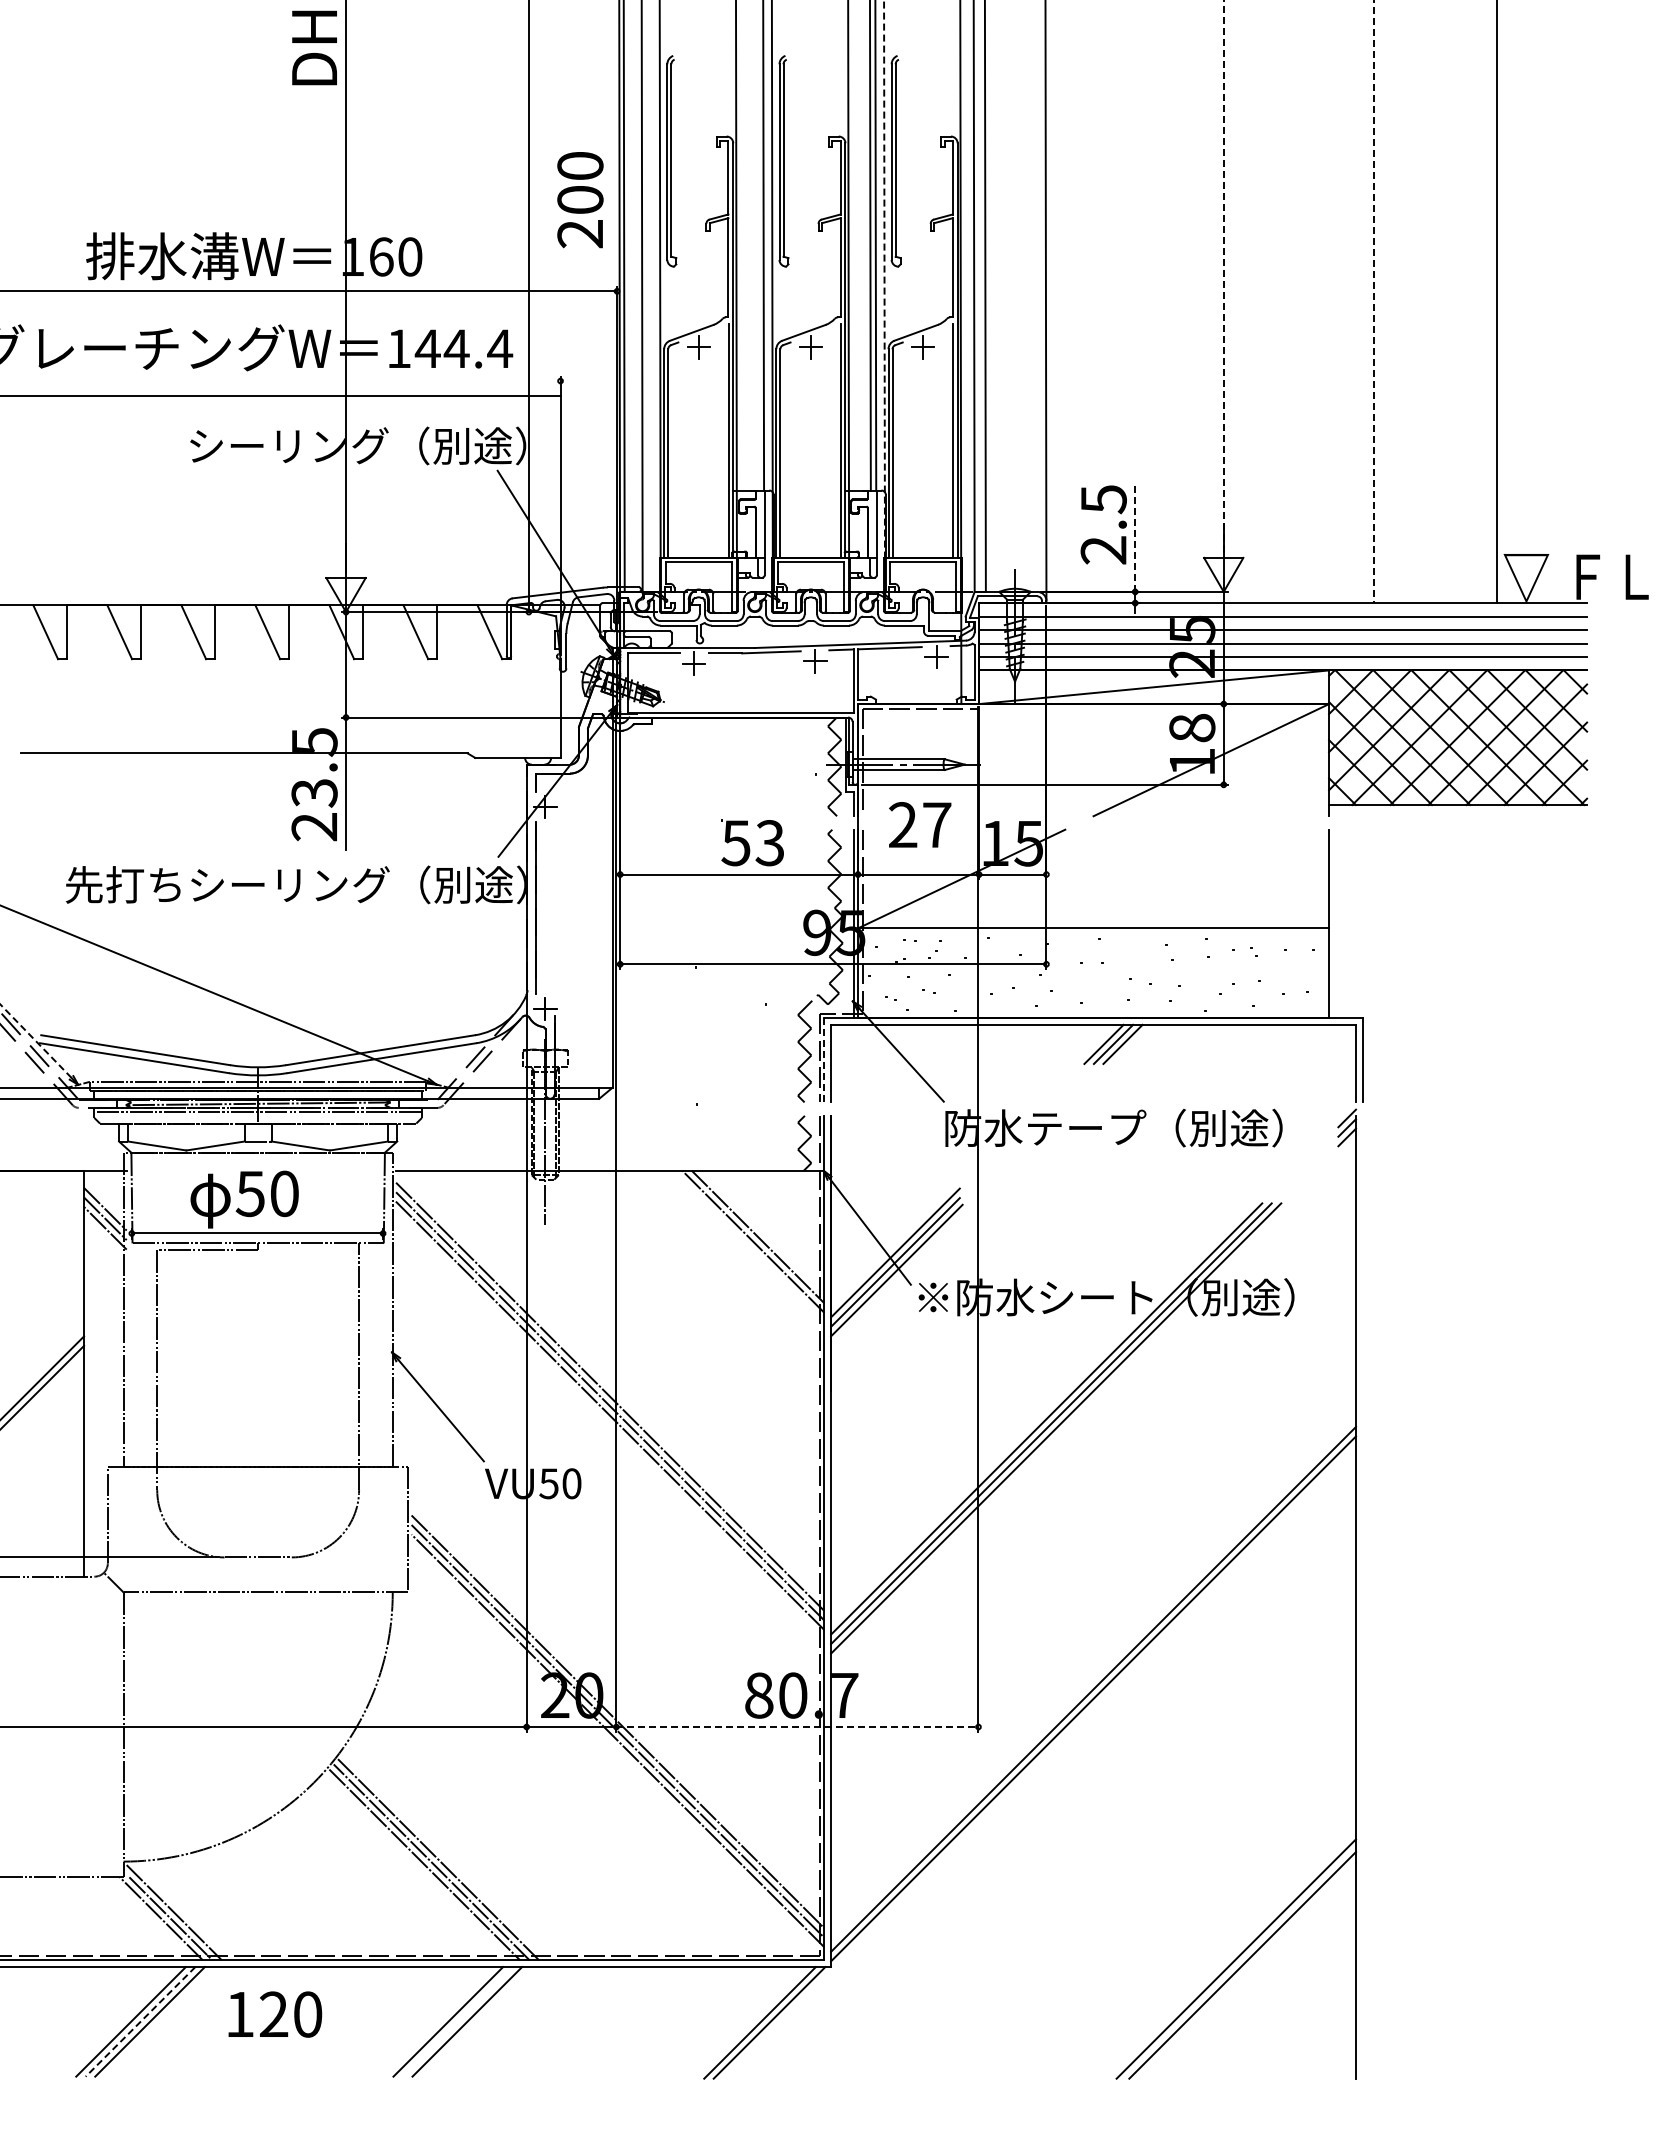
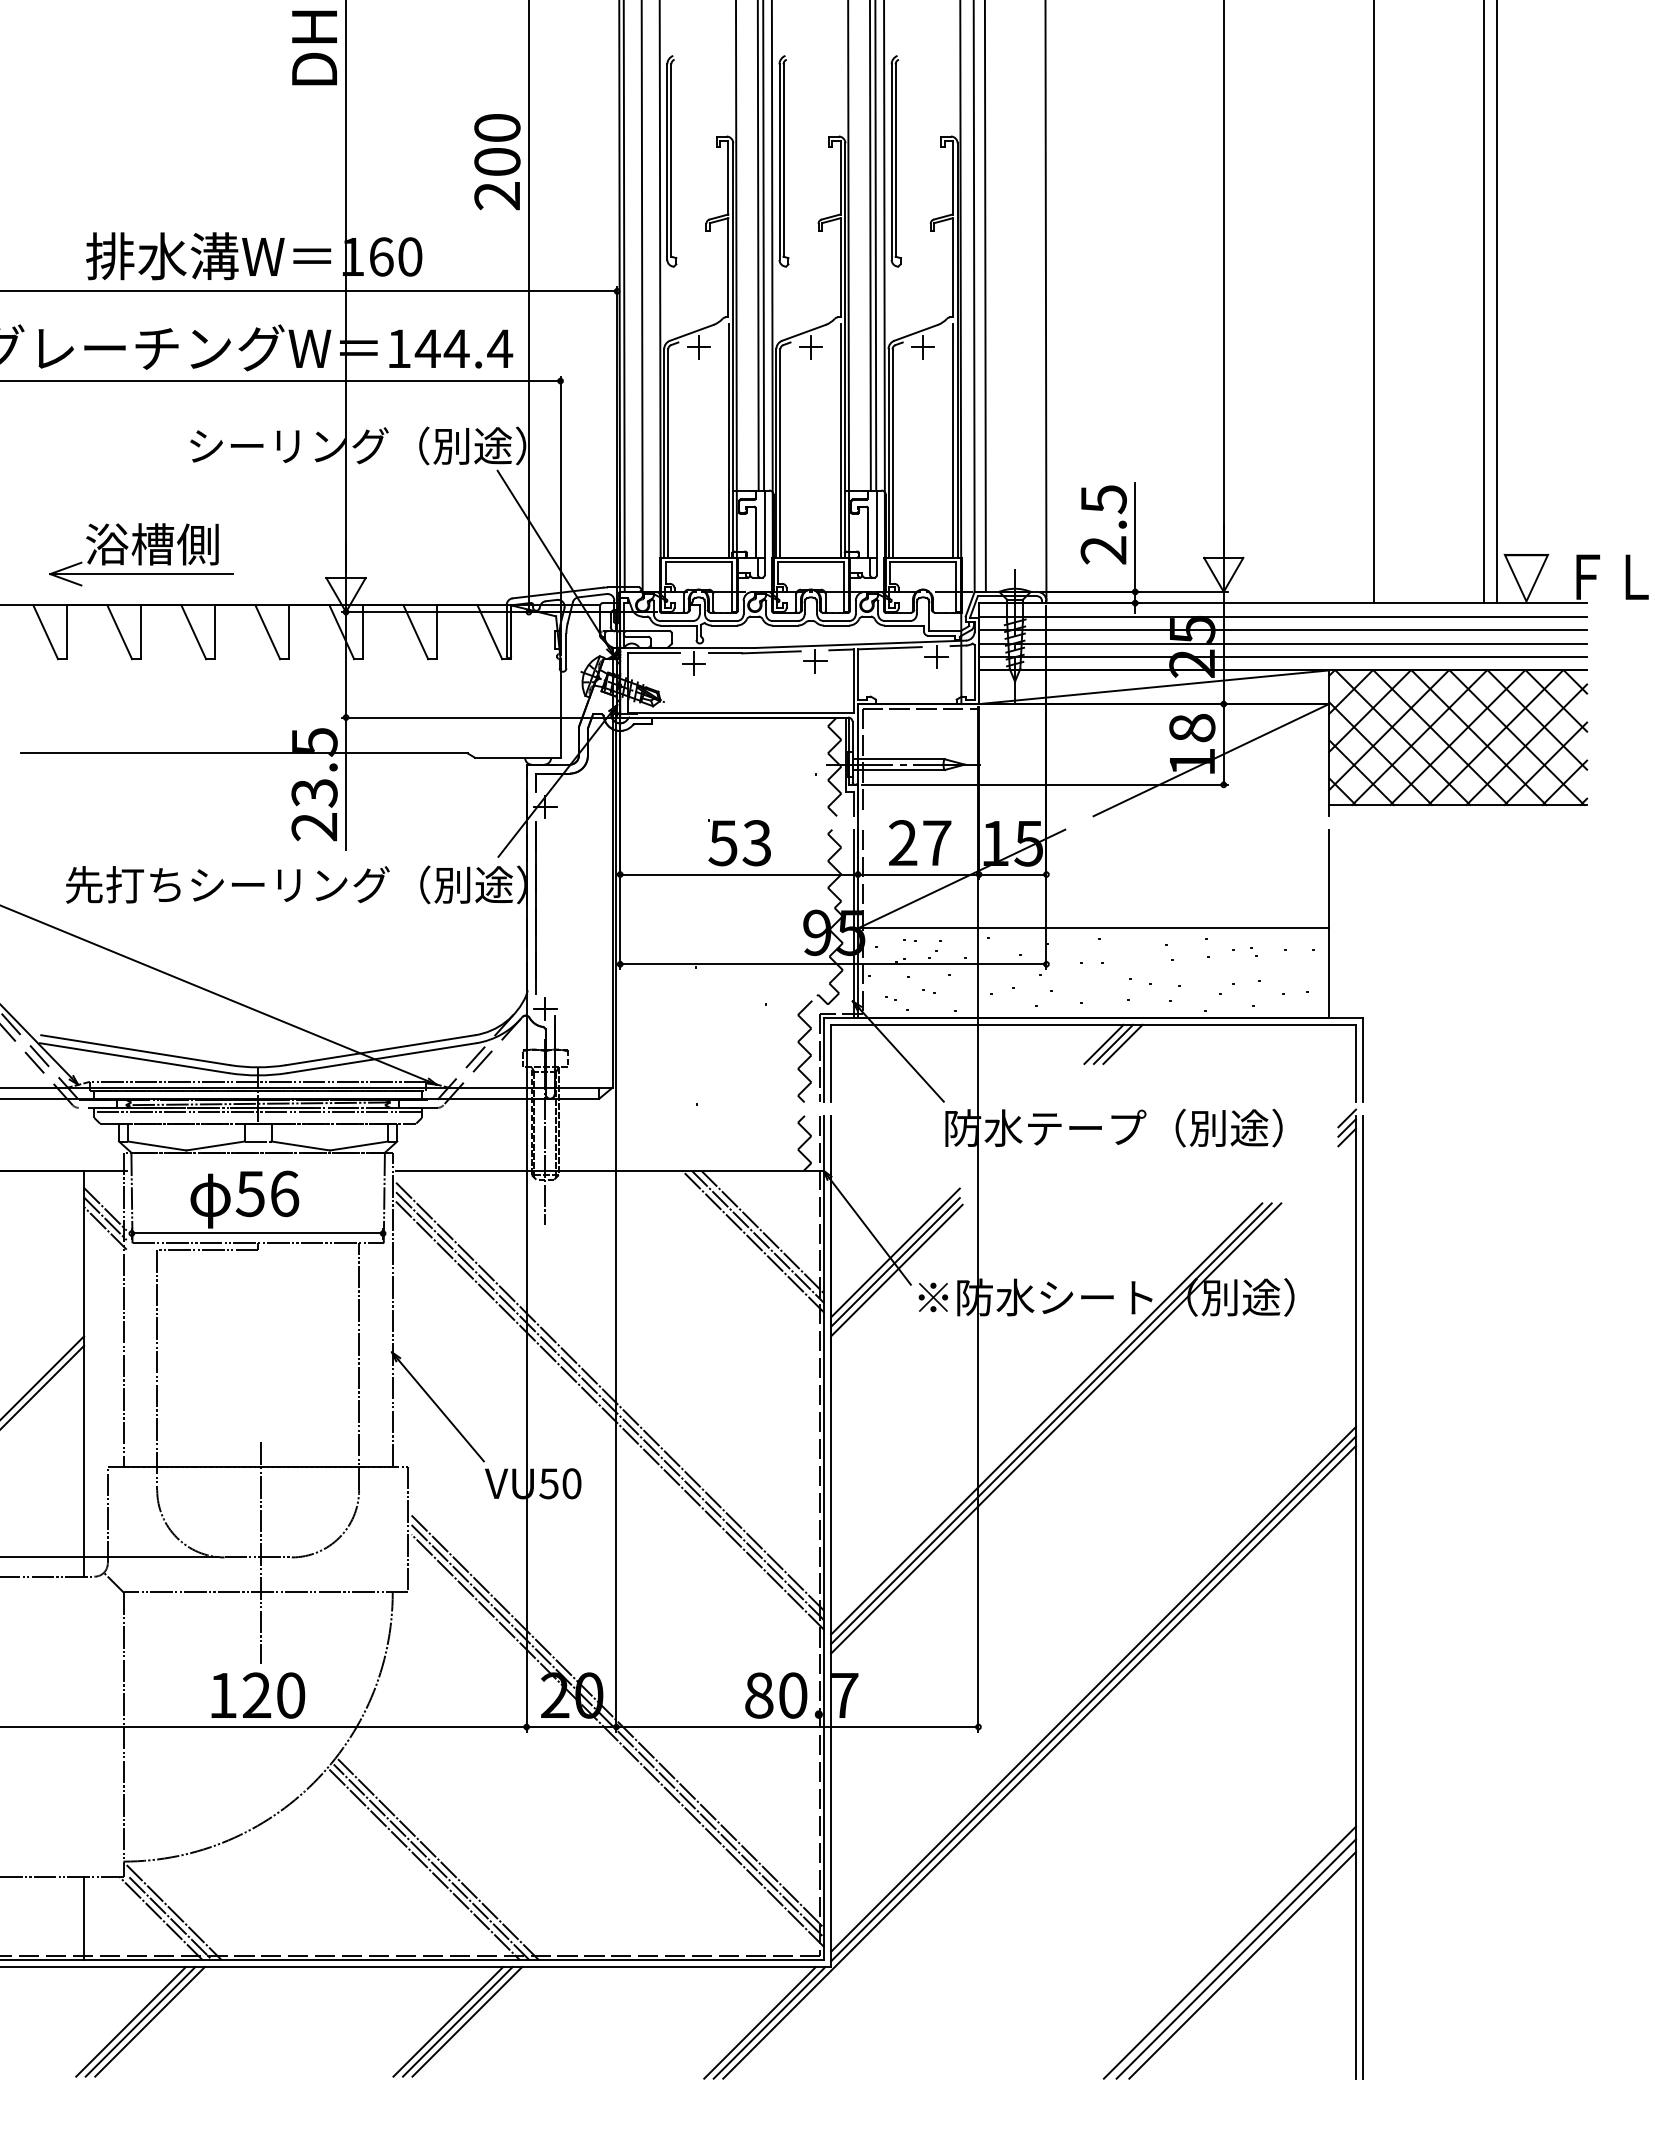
text at (580, 200) position: (580, 200) -> (497, 162)
line at (757, 246): none -> present
line at (1223, 276): dashed -> solid
line at (884, 279): dashed -> solid
line at (1373, 302): dashed -> solid
line at (1483, 302): none -> present
line at (281, 396) position: (281, 396) -> (281, 381)
line at (1135, 536): dashed -> solid
part at (141, 554): none -> present
text at (920, 824) position: (920, 824) -> (920, 842)
part at (752, 842) position: (752, 842) -> (739, 842)
line at (35, 1040): dashed -> solid
line at (824, 1060): dashed -> solid
text at (285, 1193): 50 -> 56
line at (762, 1231): none -> present
line at (261, 1553): none -> present
line at (1362, 1596): none -> present
line at (797, 1727): dashed -> solid
line at (1039, 1761): none -> present
line at (84, 1918): none -> present
line at (1229, 1952): none -> present
text at (275, 2014) position: (275, 2014) -> (258, 1695)
line at (140, 2021): dashed -> solid
line at (457, 2021): none -> present
